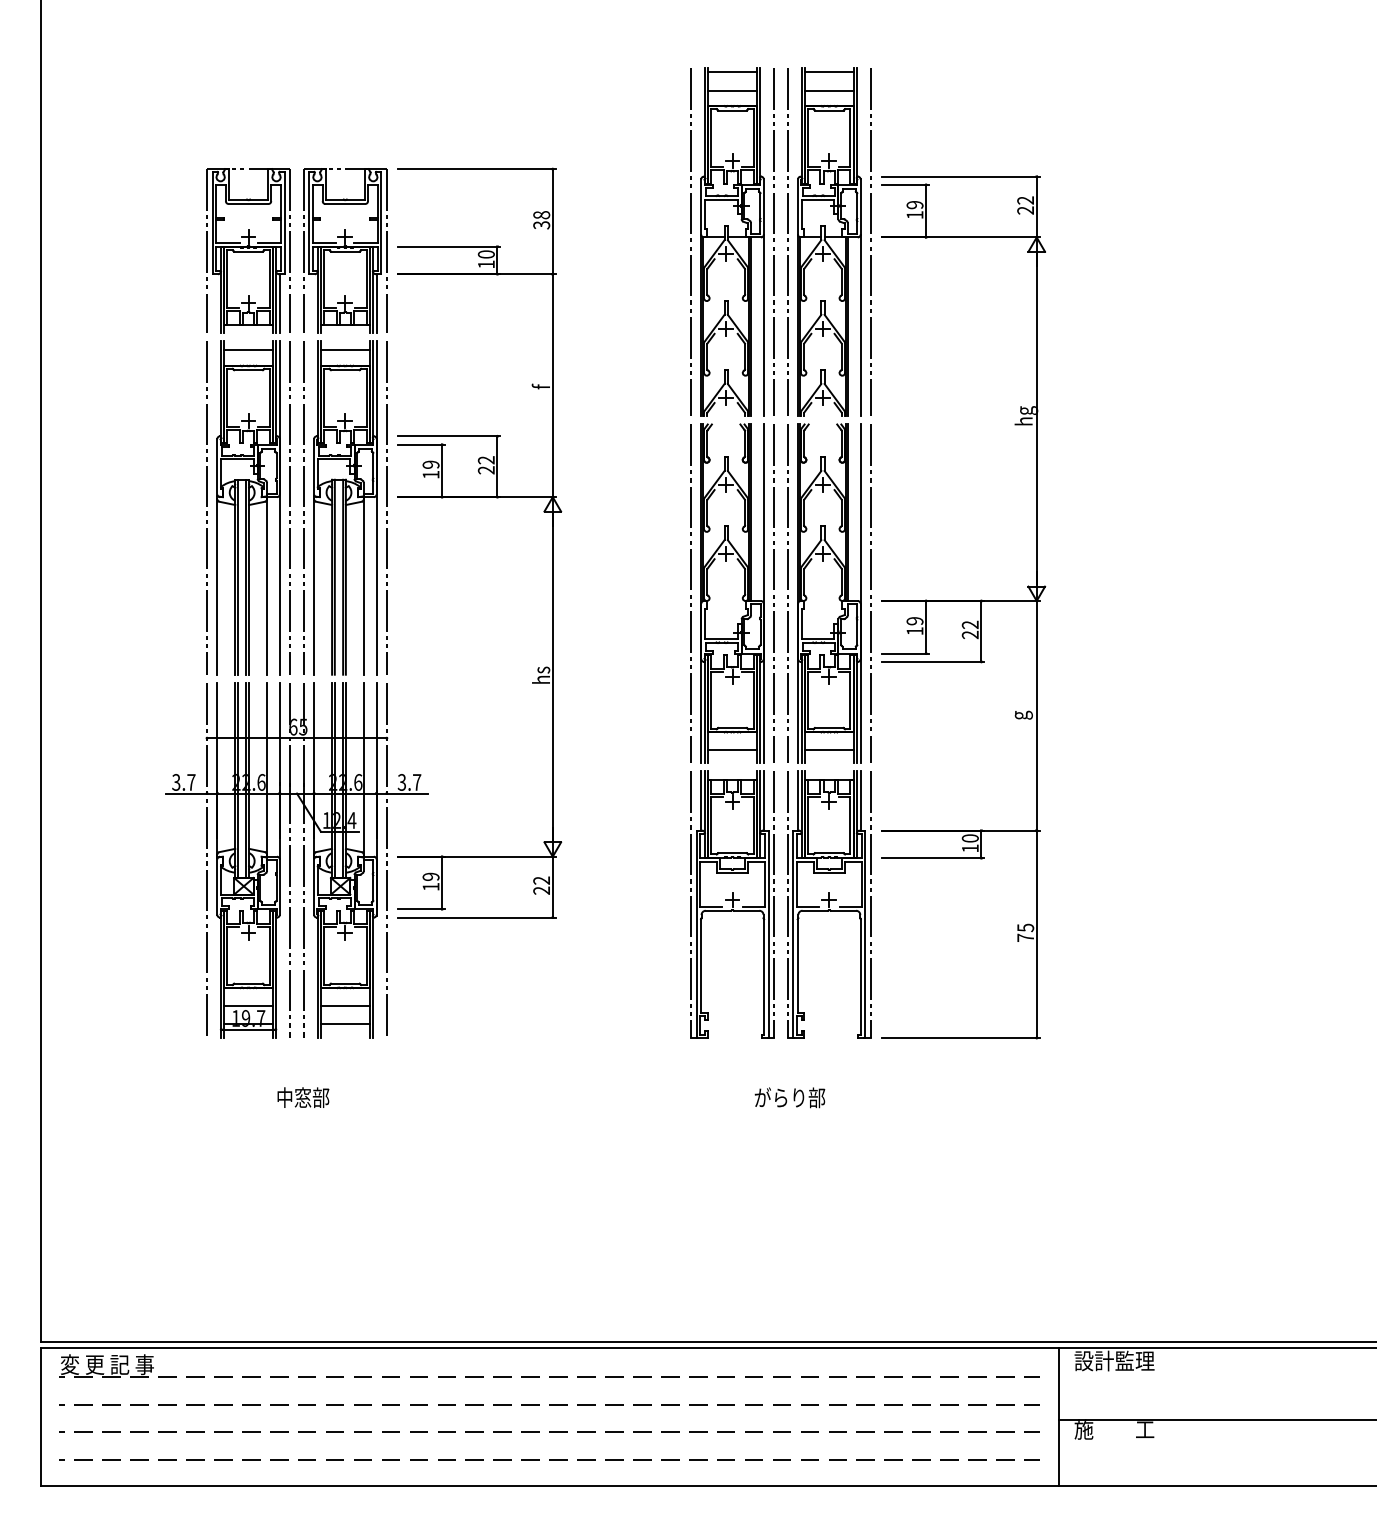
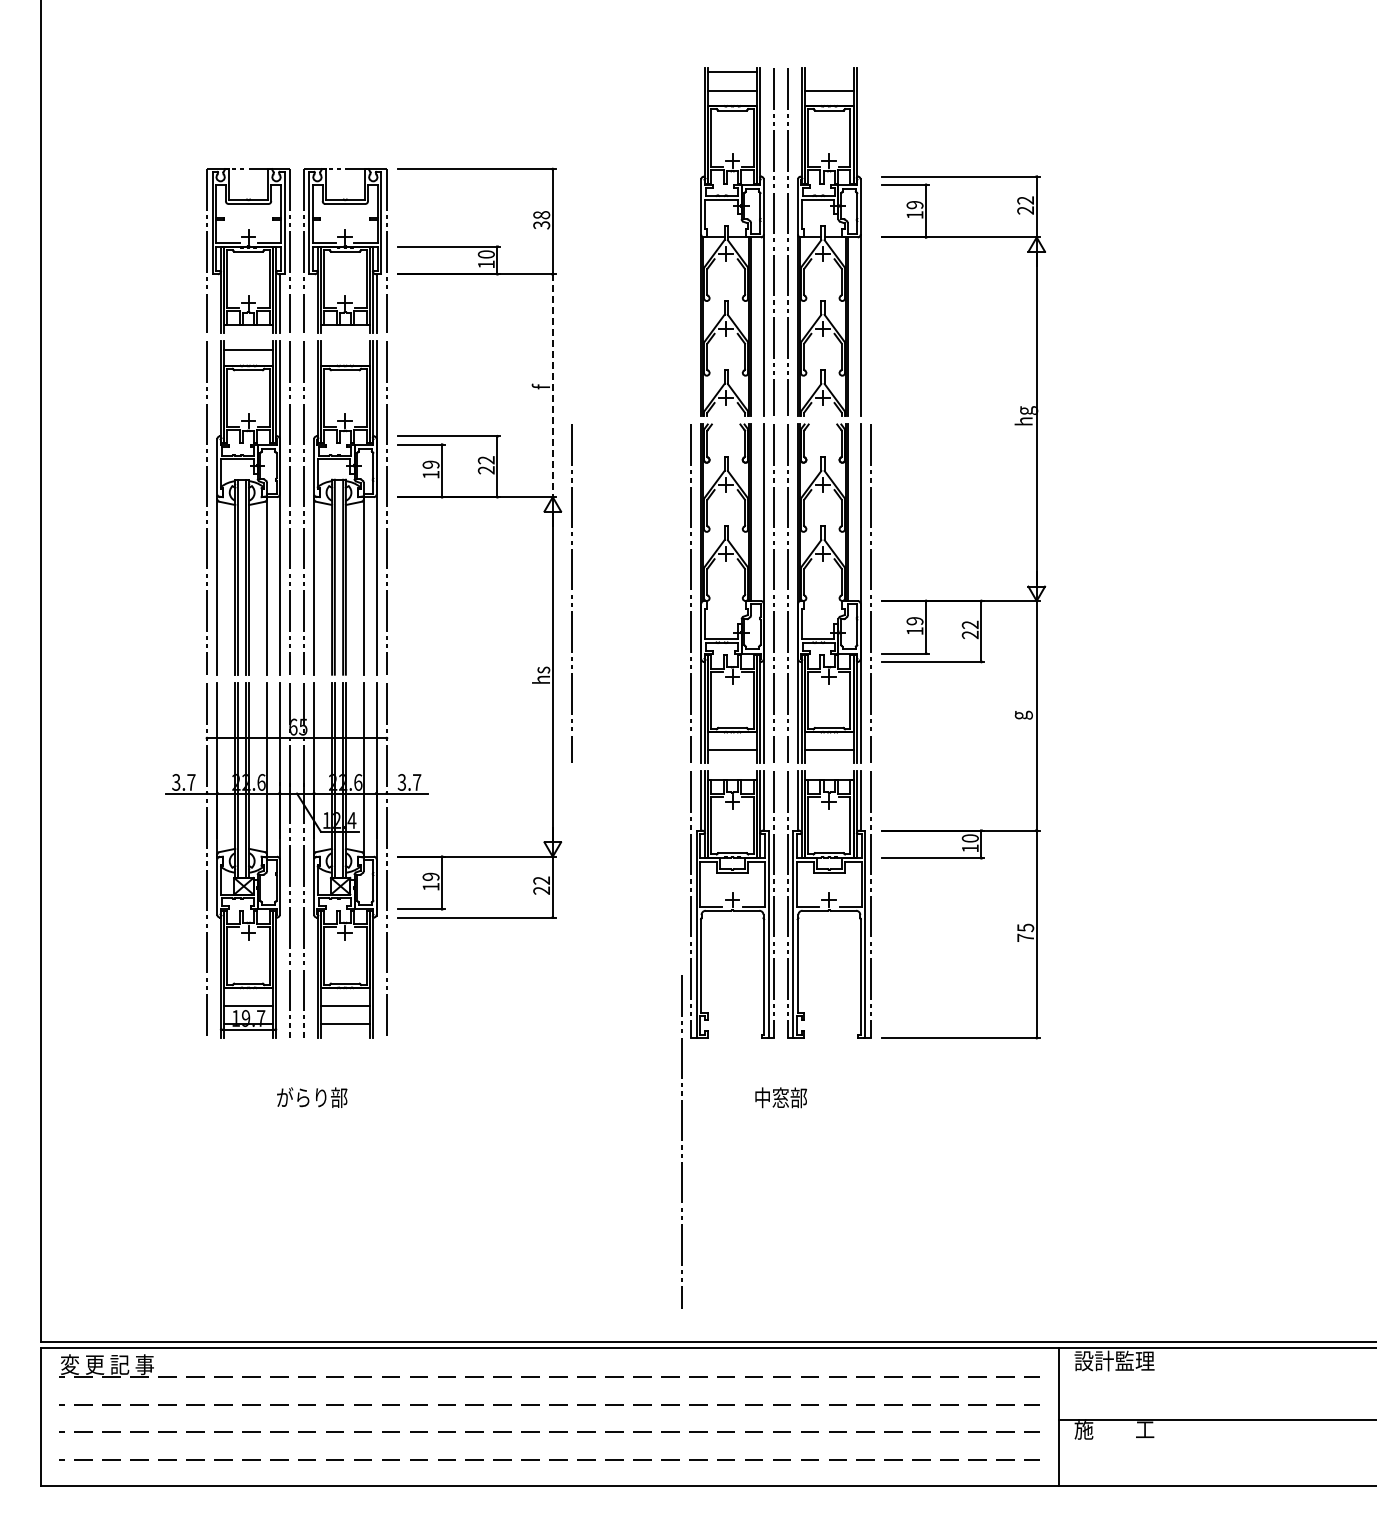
line at (828, 72): present -> none
line at (691, 242): present -> none
line at (870, 242): present -> none
line at (344, 349): present -> none
line at (552, 386): solid -> dashed
line at (571, 595): none -> present
text at (312, 1097): 中窓部 -> がらり部
text at (789, 1097): がらり部 -> 中窓部
line at (681, 1140): none -> present
